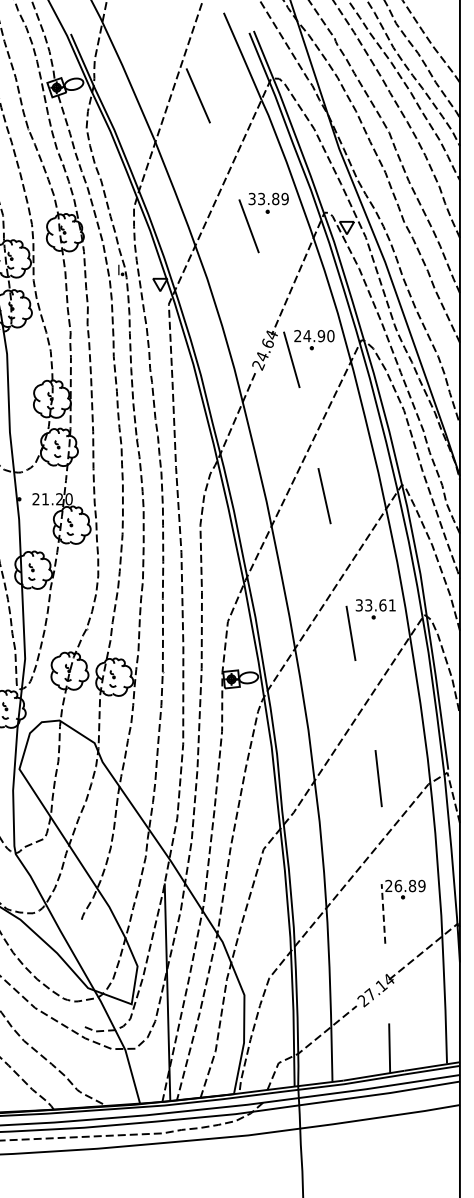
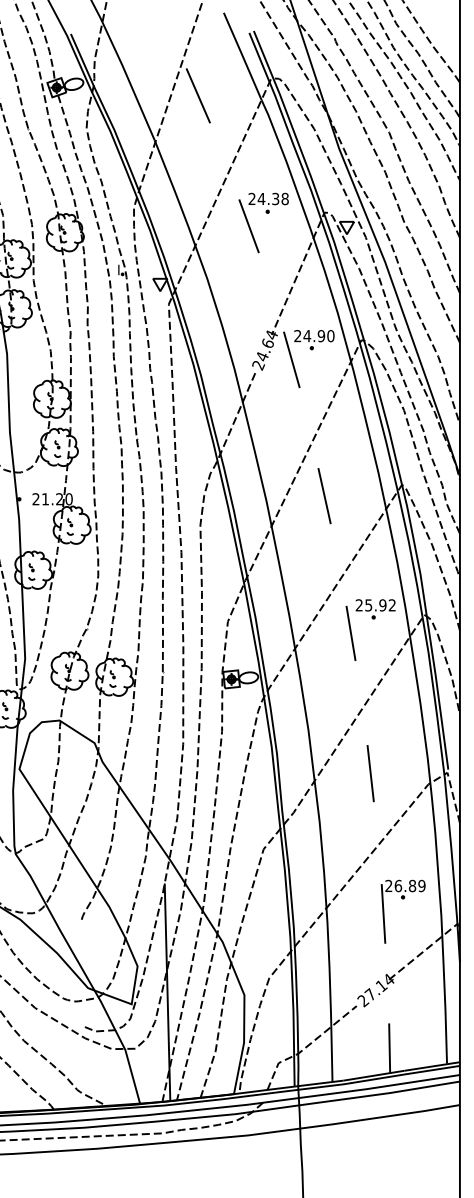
text at (268, 198): 33.89 -> 24.38
text at (375, 605): 33.61 -> 25.92
line at (378, 778) position: (378, 778) -> (370, 773)
line at (383, 913): dashed -> solid
